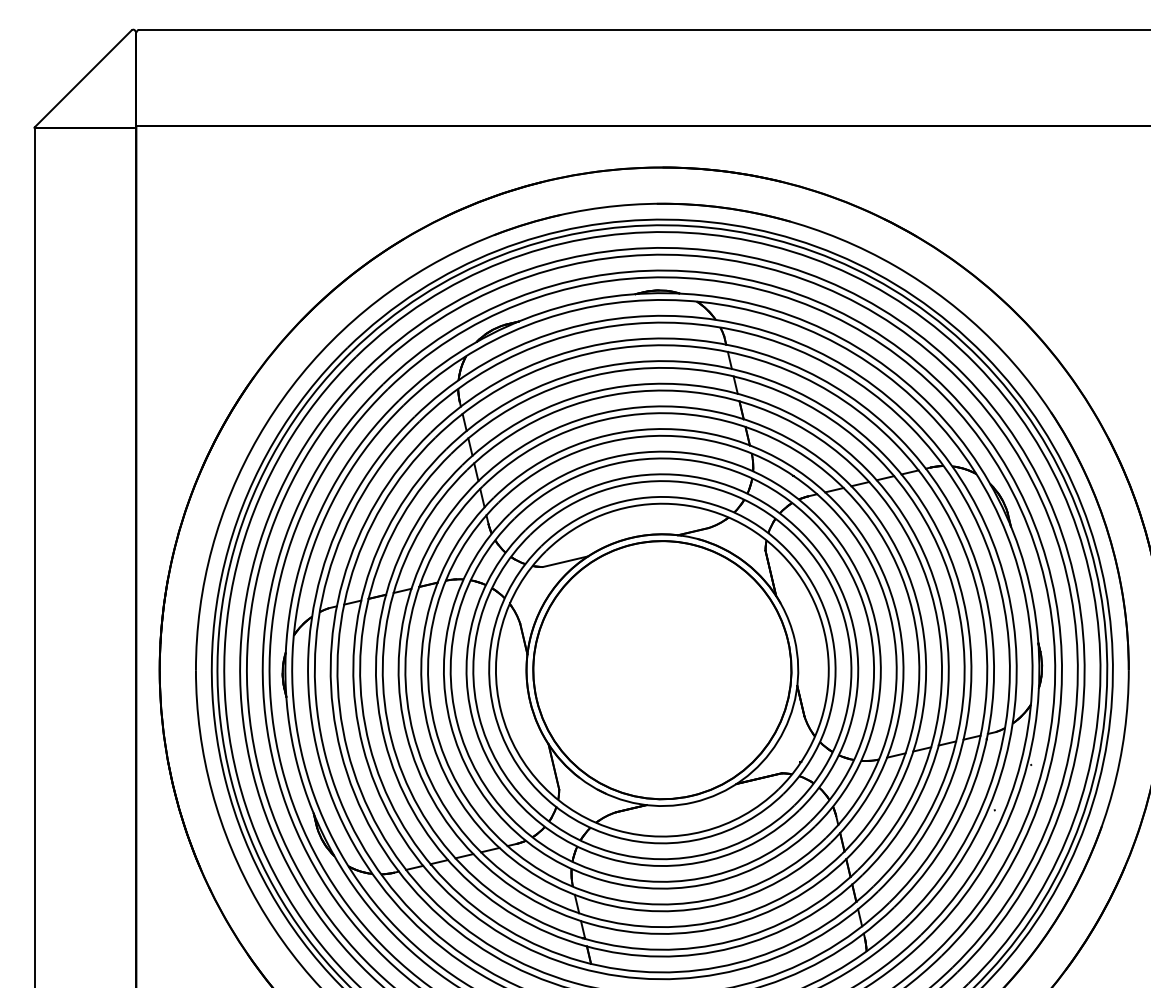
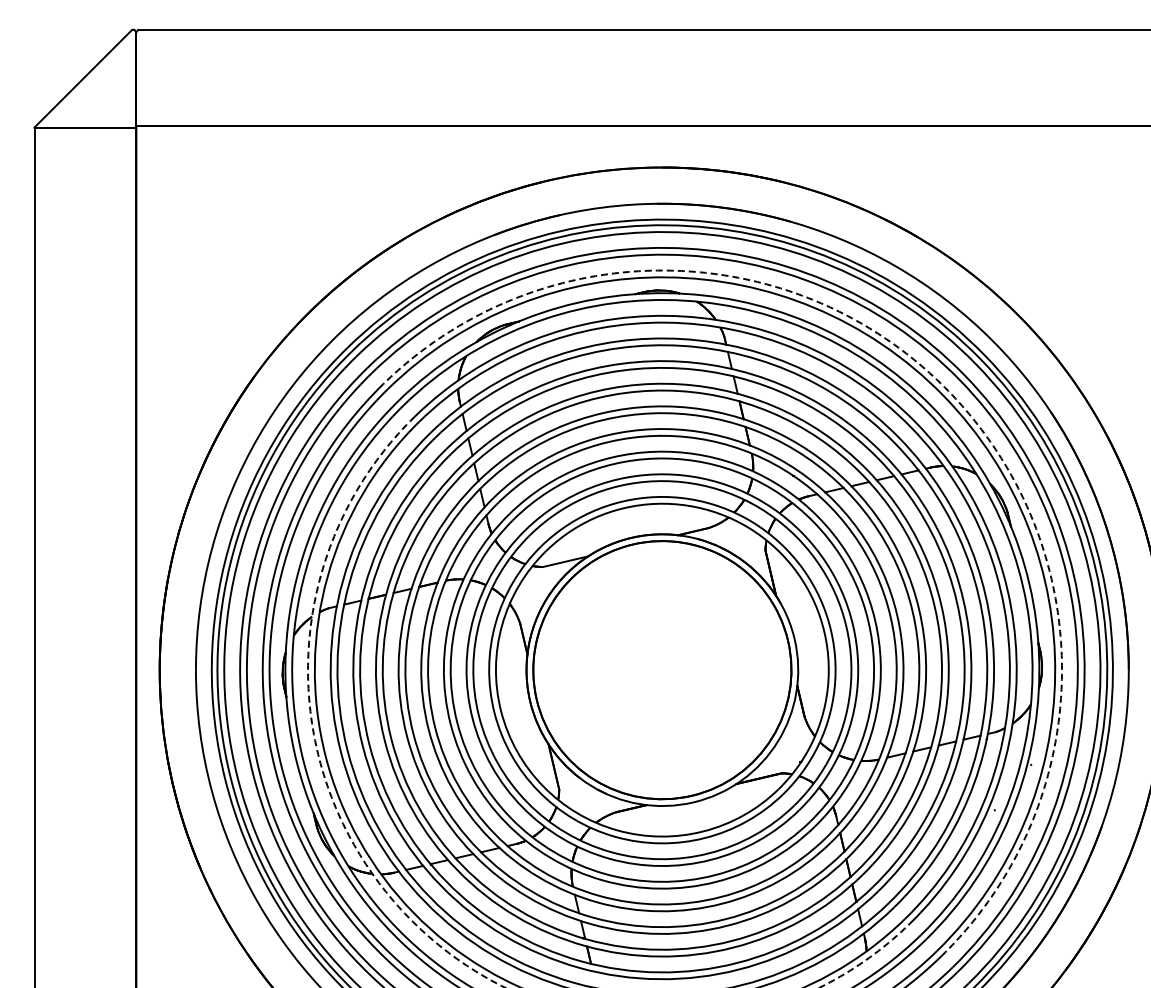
arc at (948, 390): solid -> dashed
arc at (325, 780): solid -> dashed
